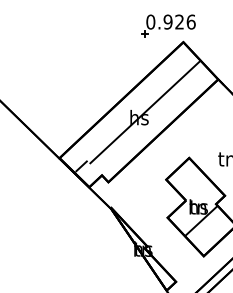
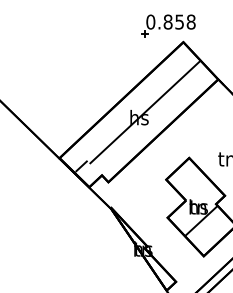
text at (179, 21): 0.926 -> 0.858
